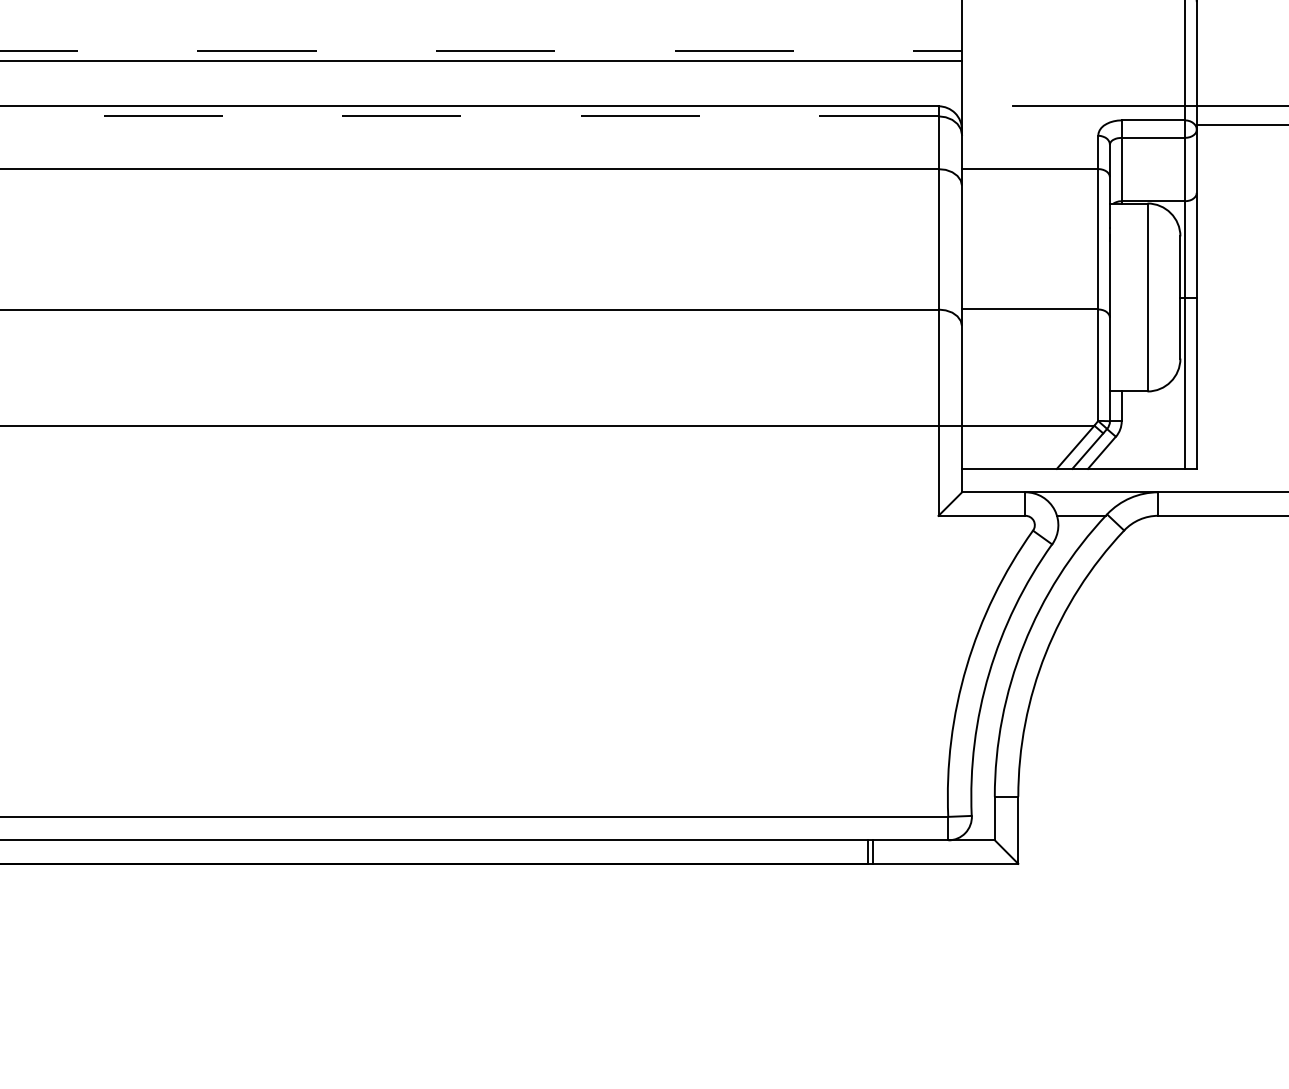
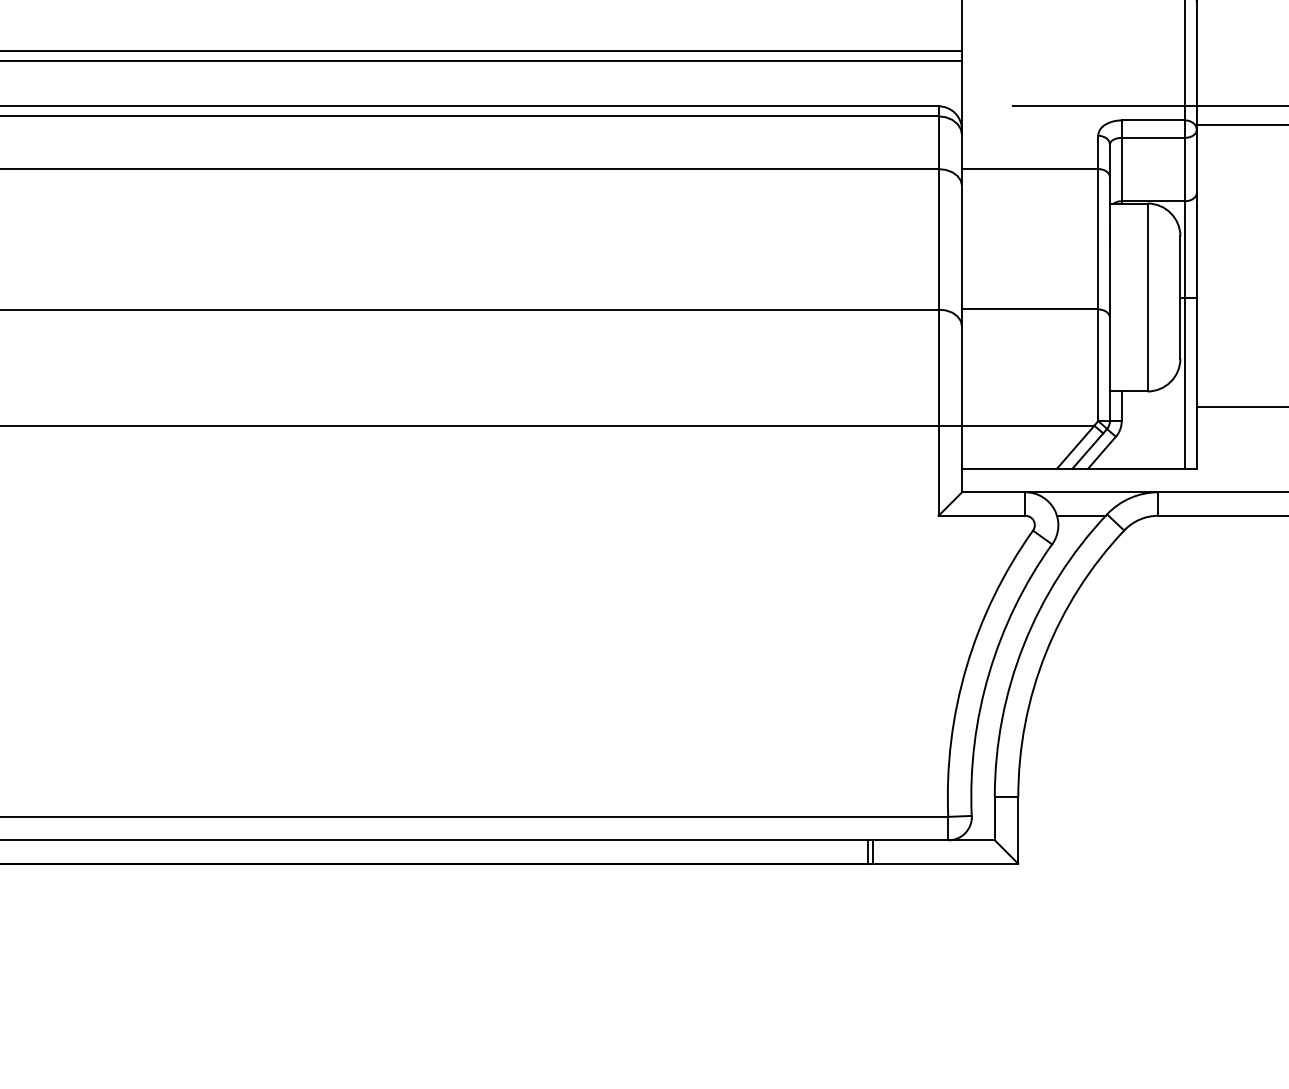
line at (481, 50): dashed -> solid
line at (469, 116): dashed -> solid
line at (1240, 406): none -> present
